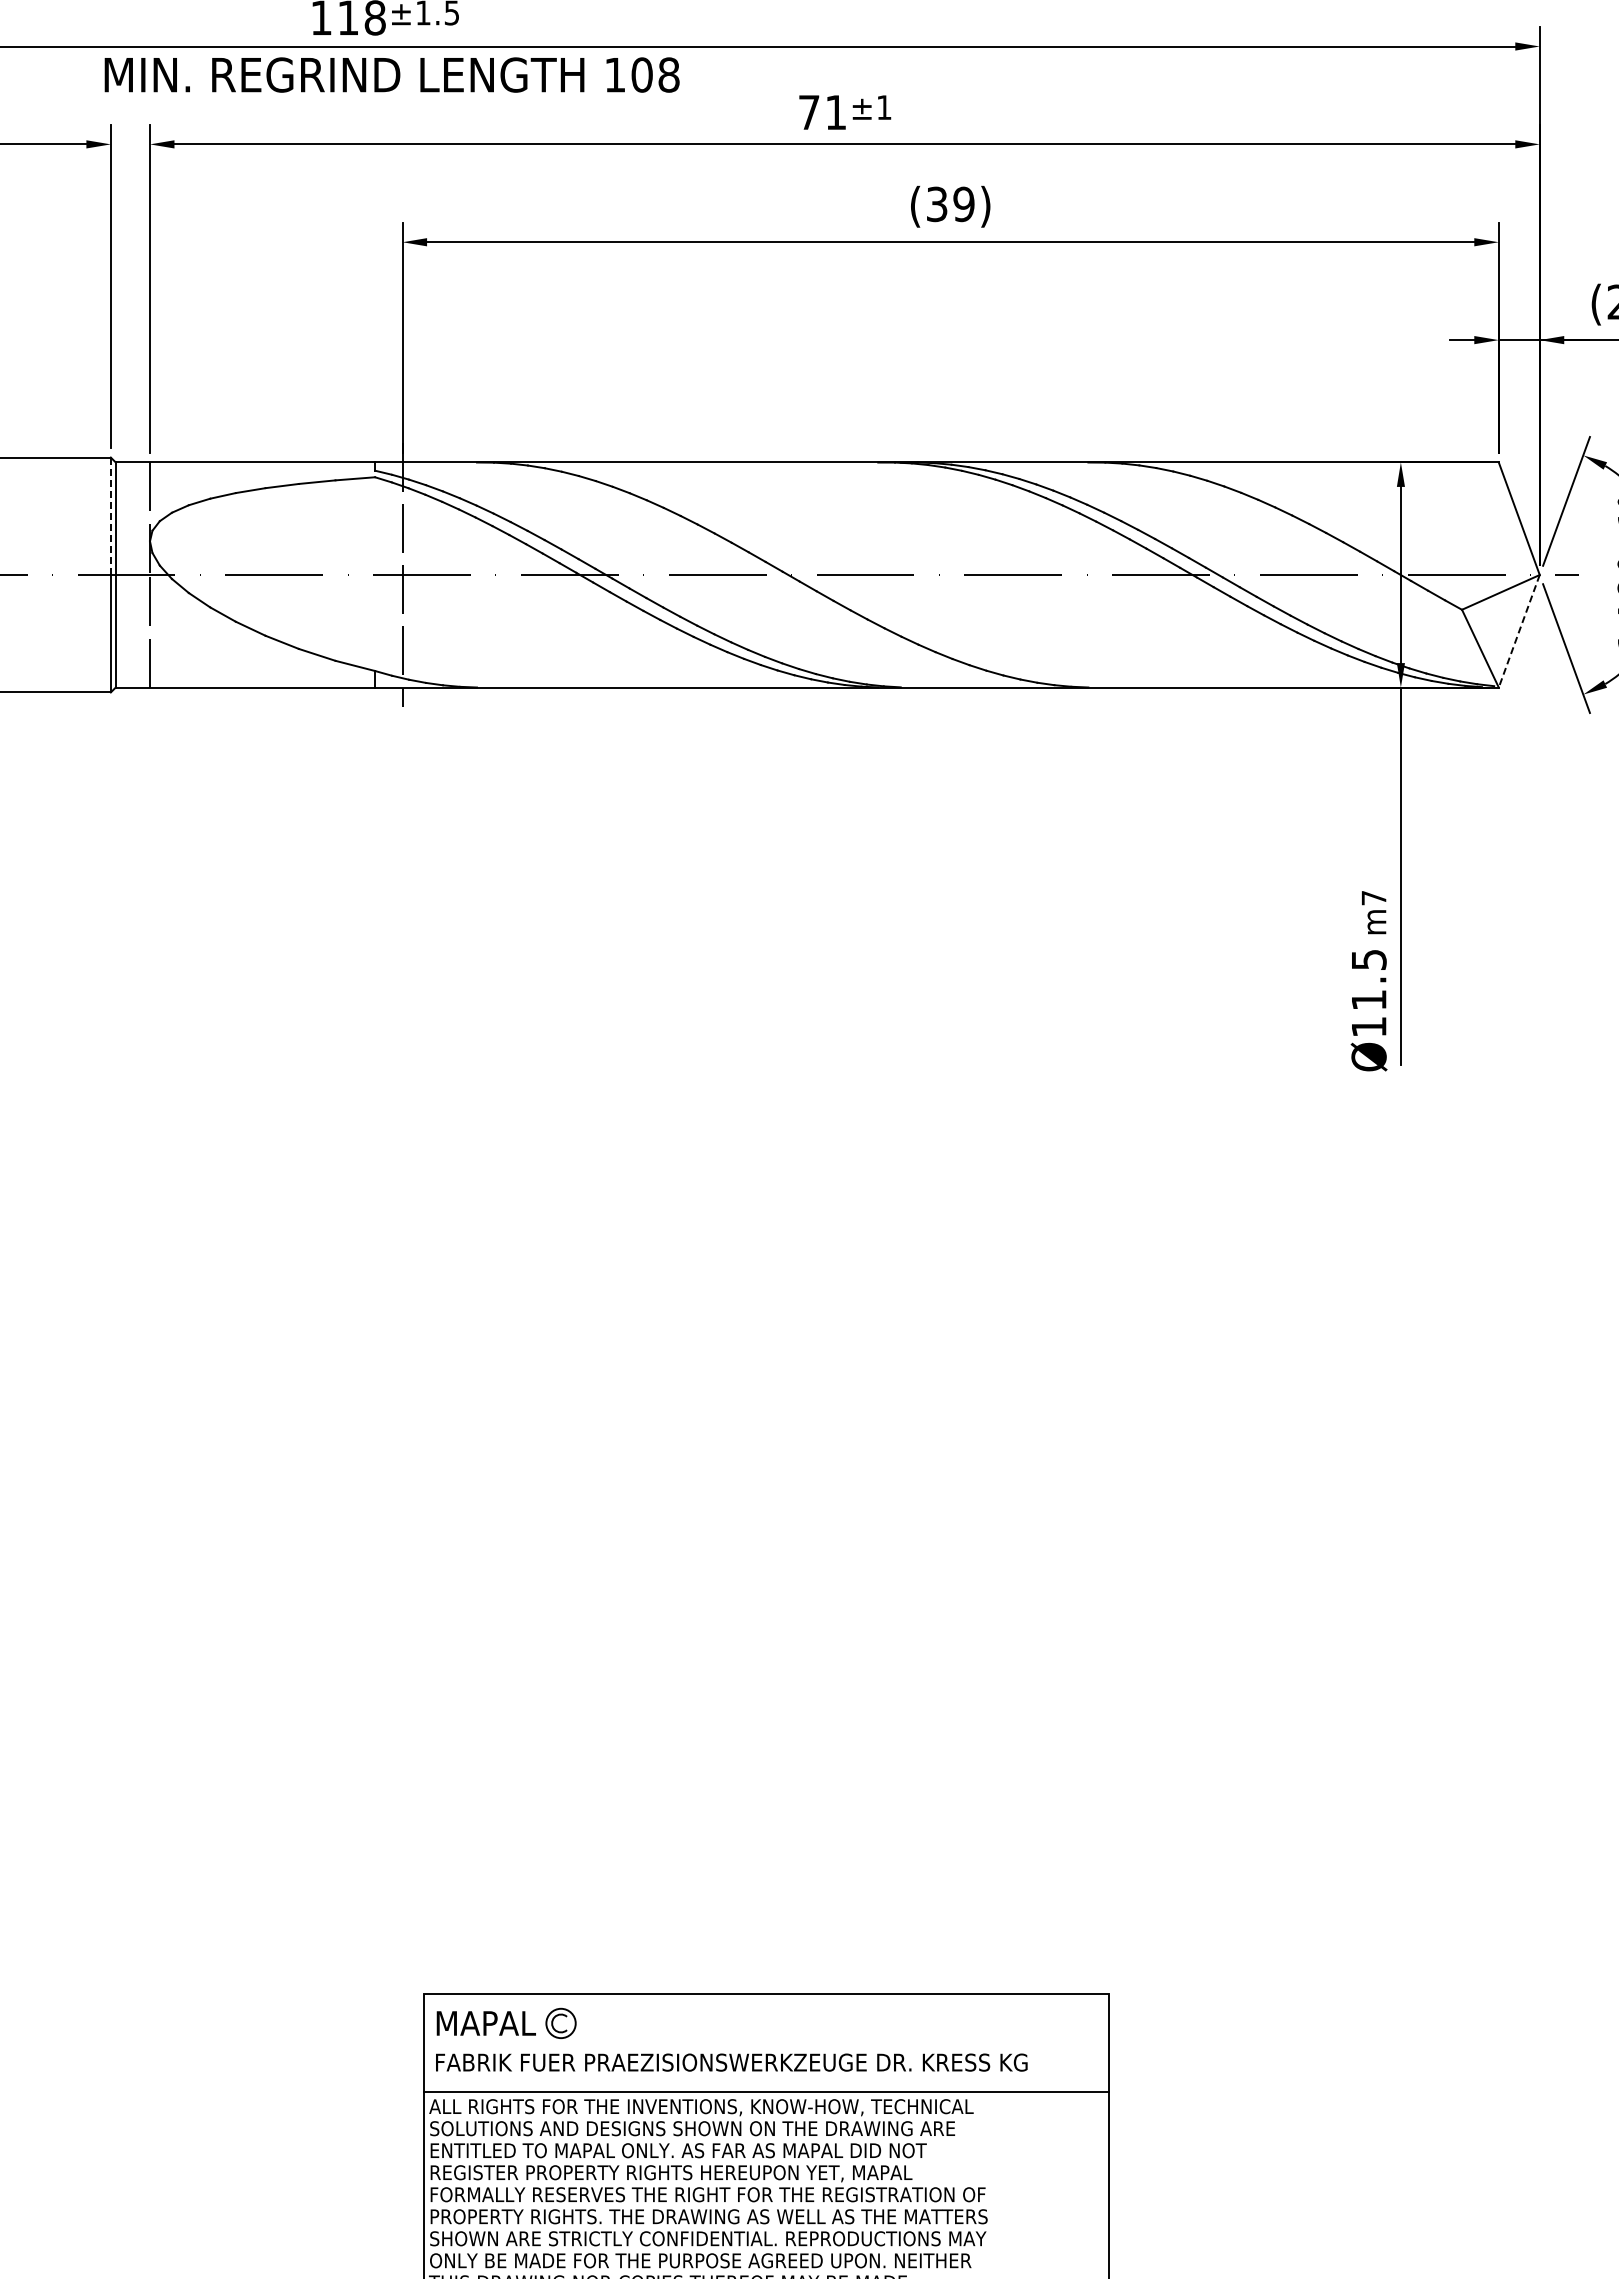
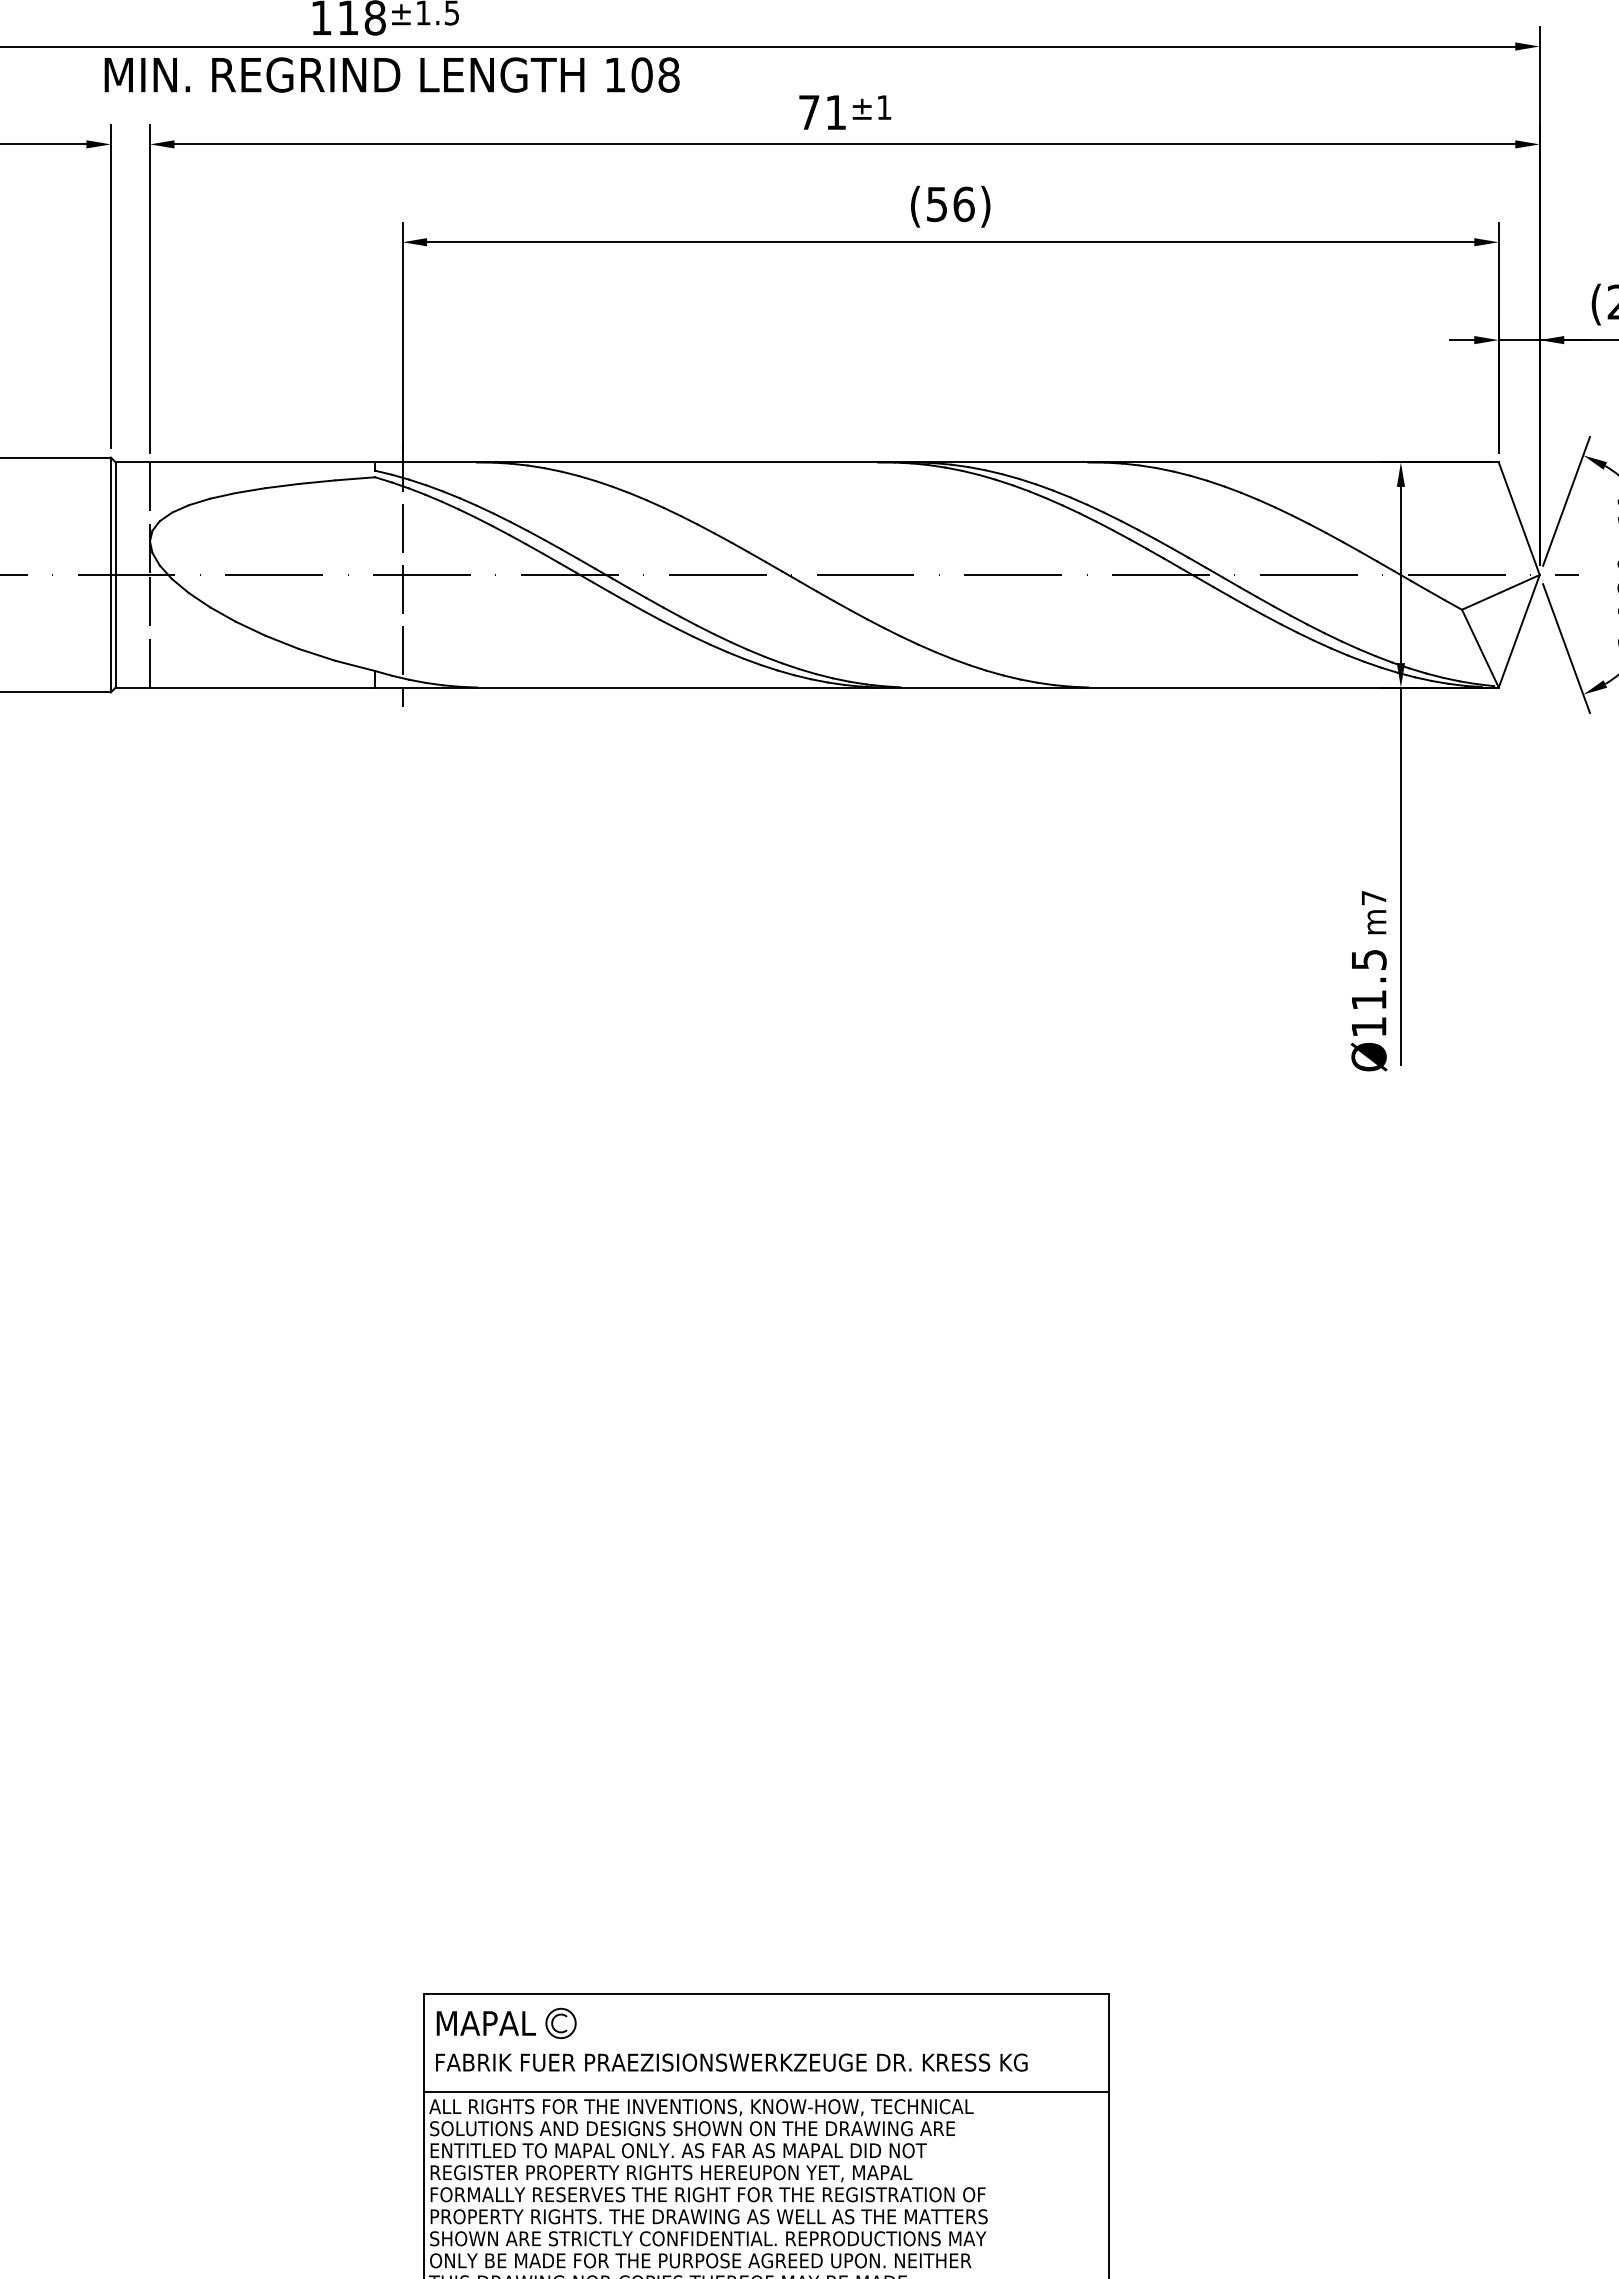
text at (950, 204): (39) -> (56)
line at (110, 516): dashed -> solid
line at (1519, 631): dashed -> solid
